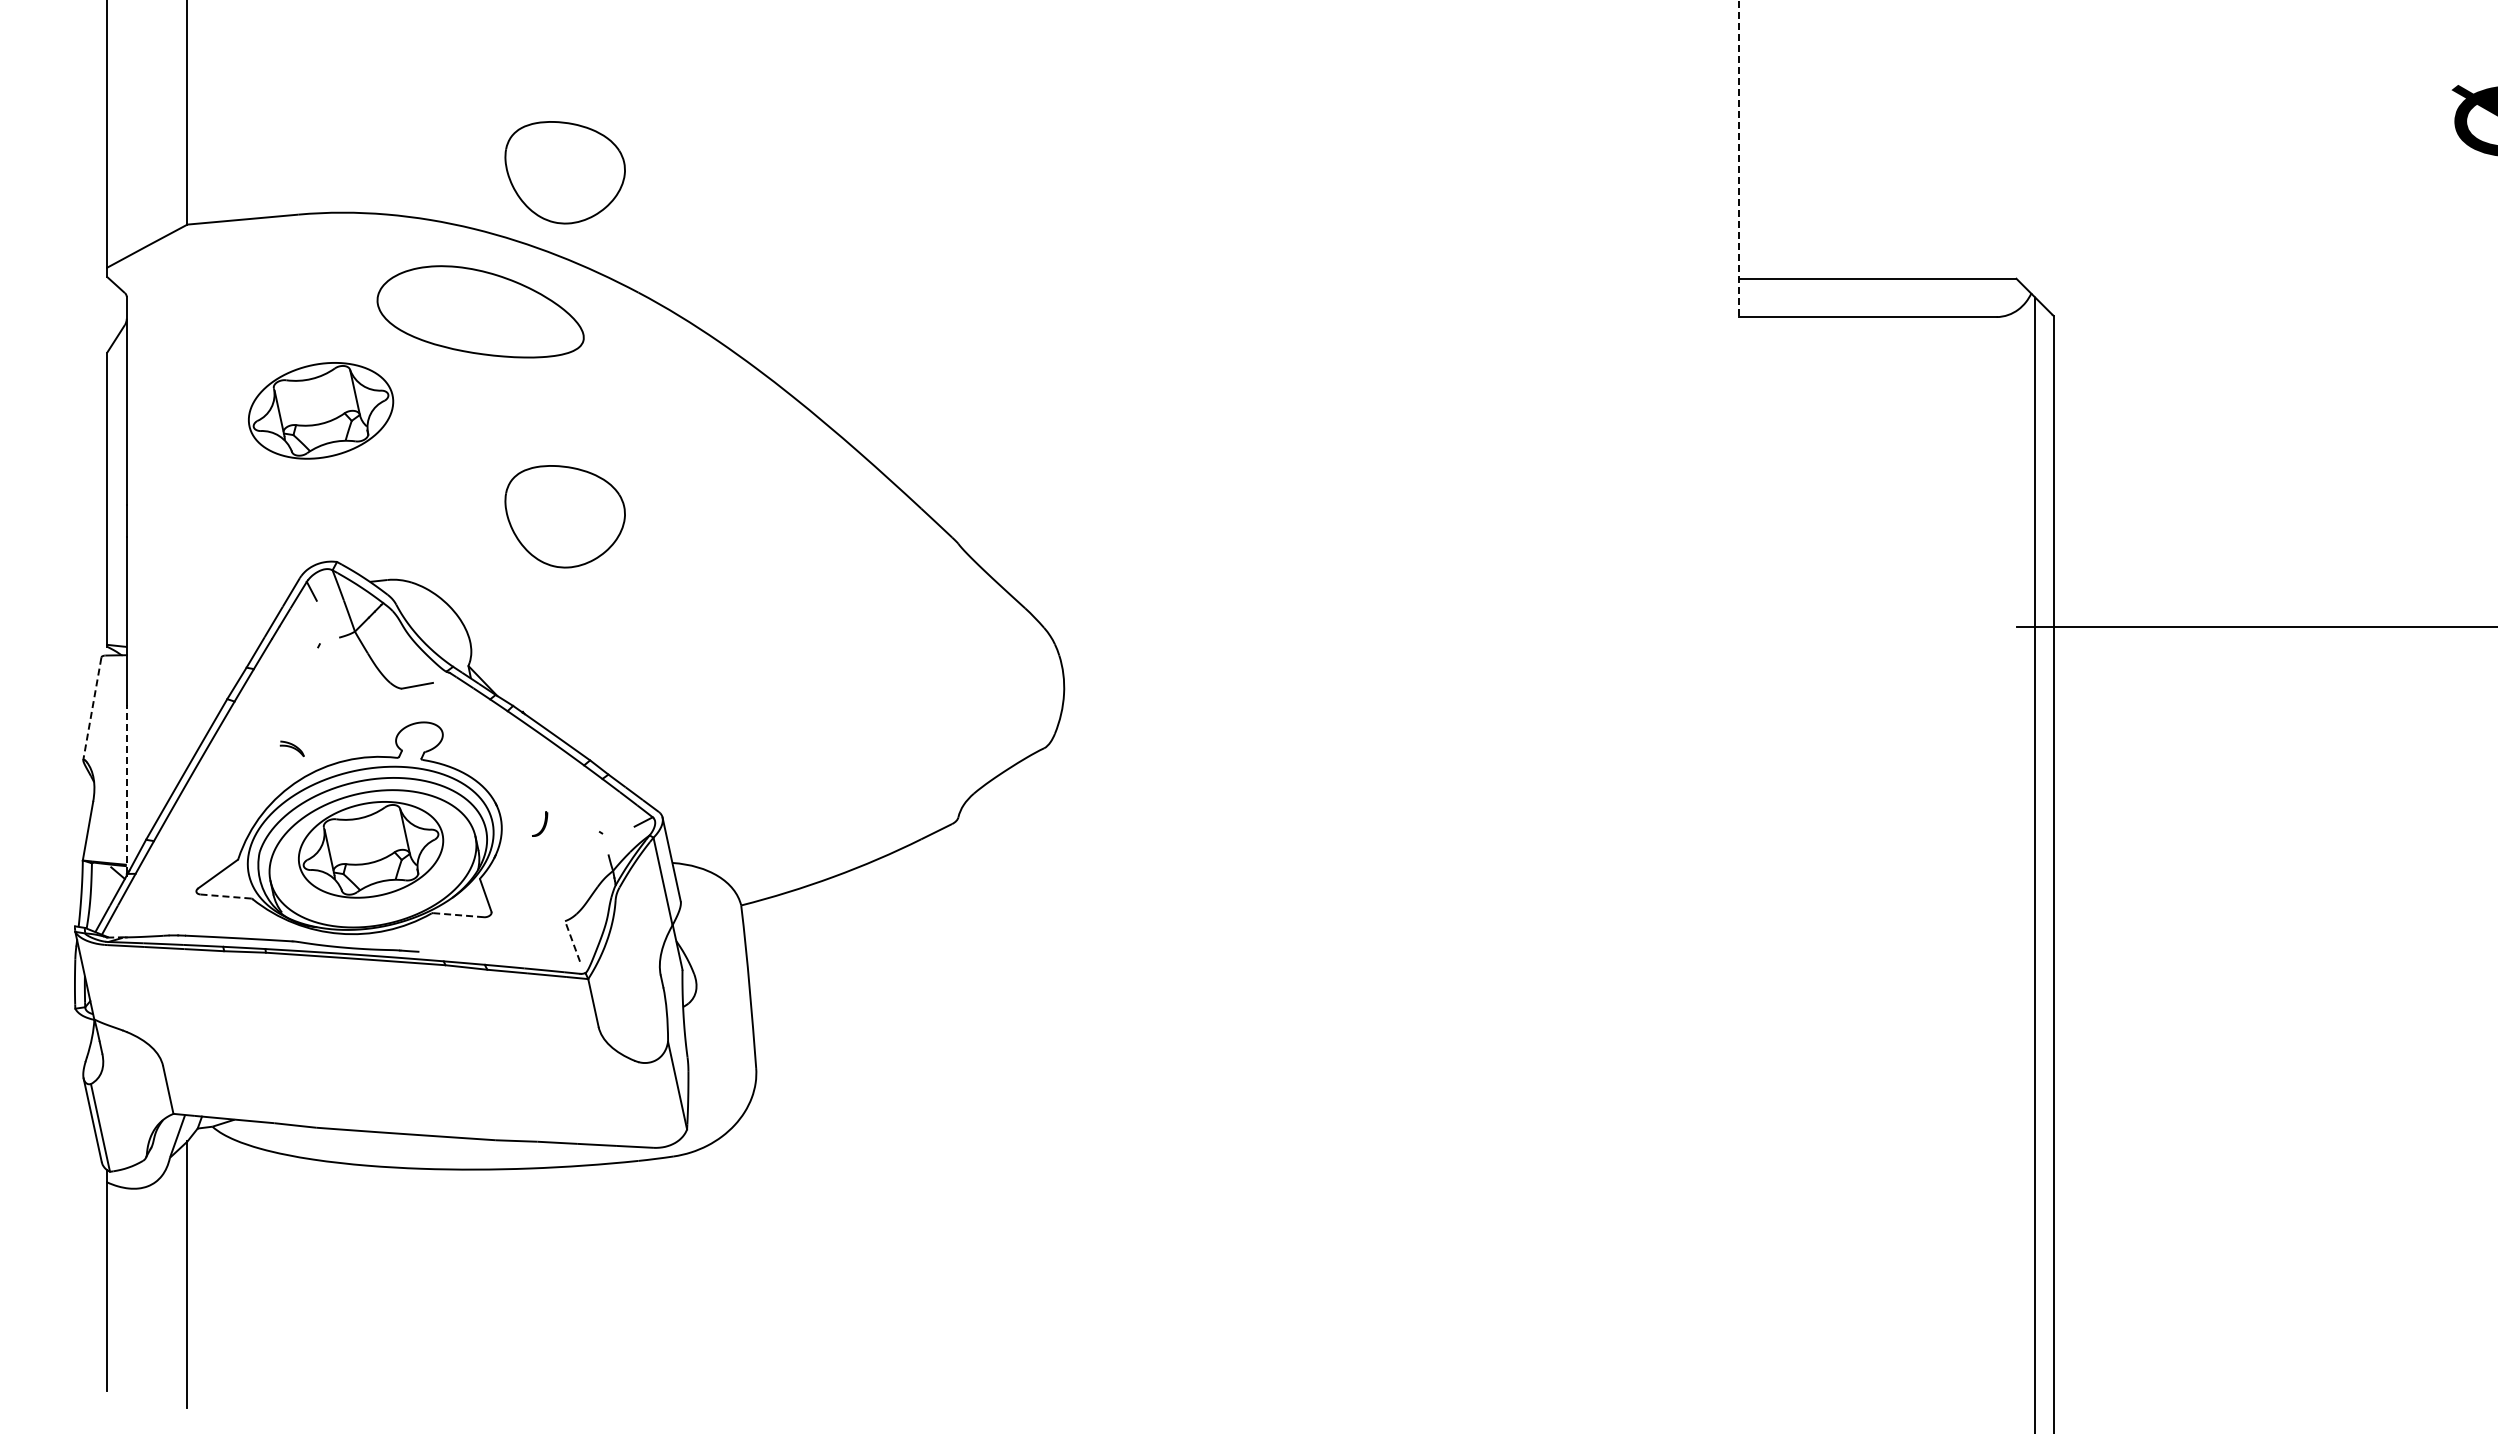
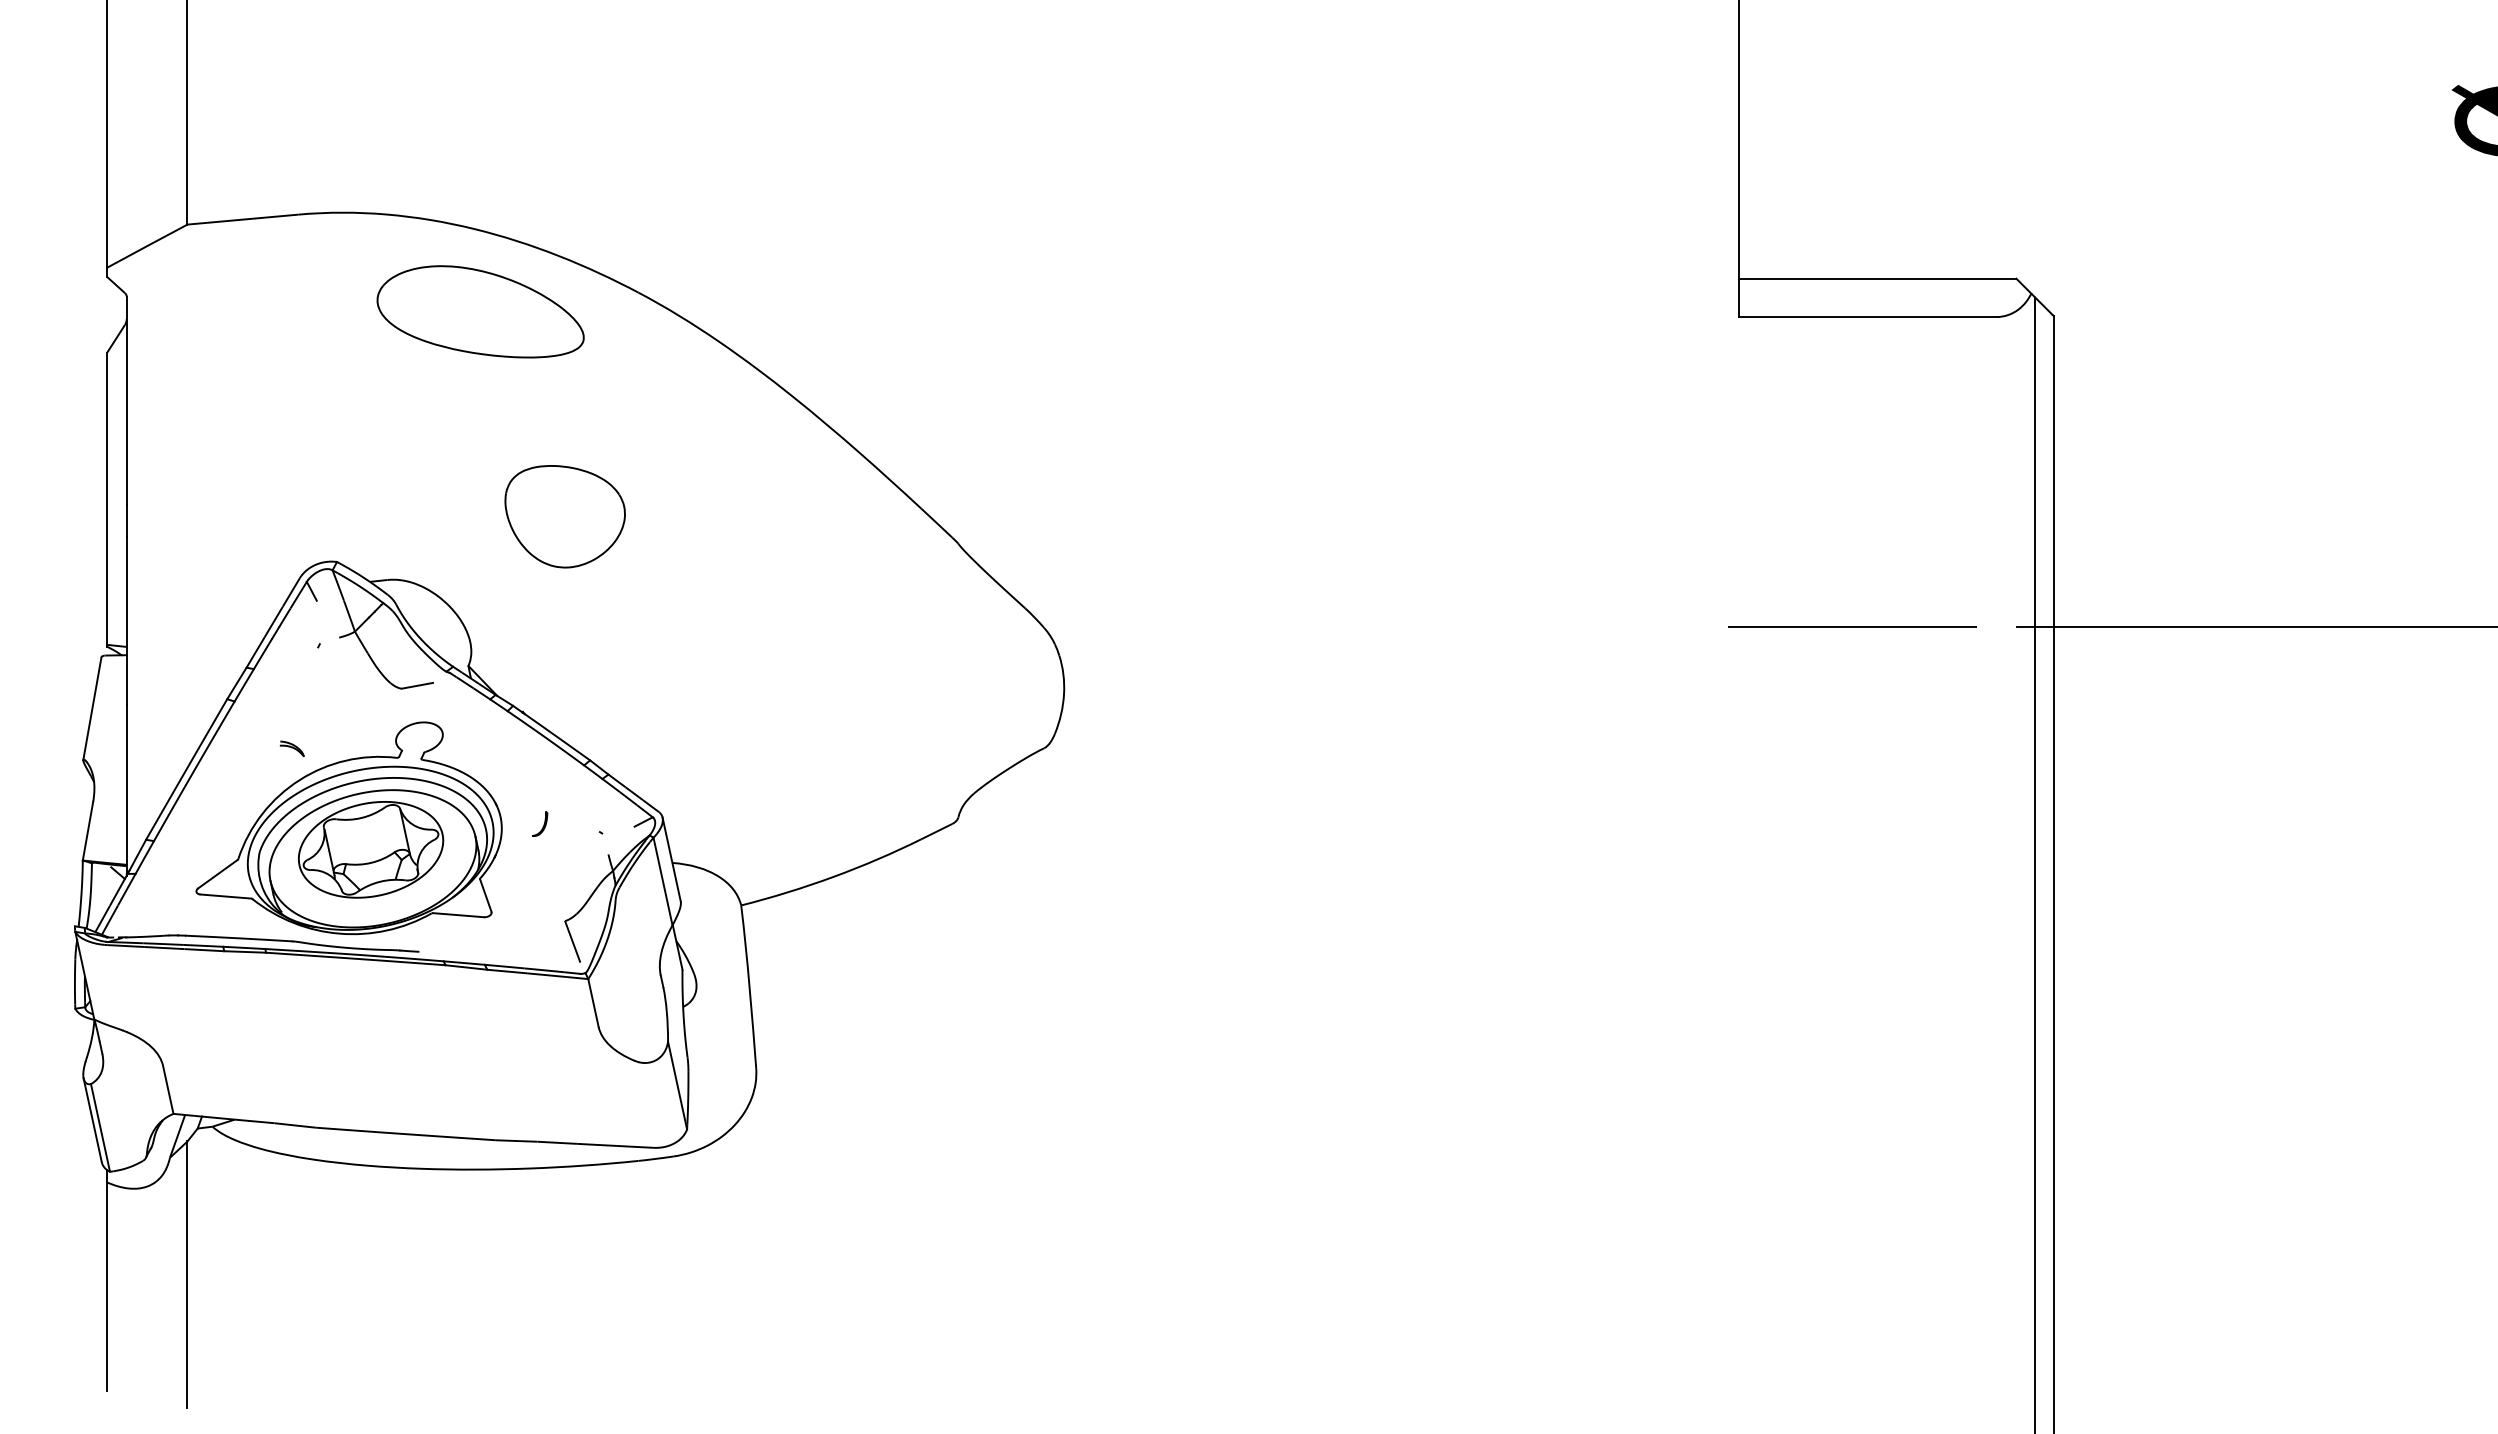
line at (1739, 159): dashed -> solid
part at (564, 172): present -> none
part at (321, 410): present -> none
line at (1852, 627): none -> present
line at (92, 708): dashed -> solid
line at (126, 789): dashed -> solid
line at (225, 896): dashed -> solid
line at (458, 915): dashed -> solid
line at (572, 941): dashed -> solid
